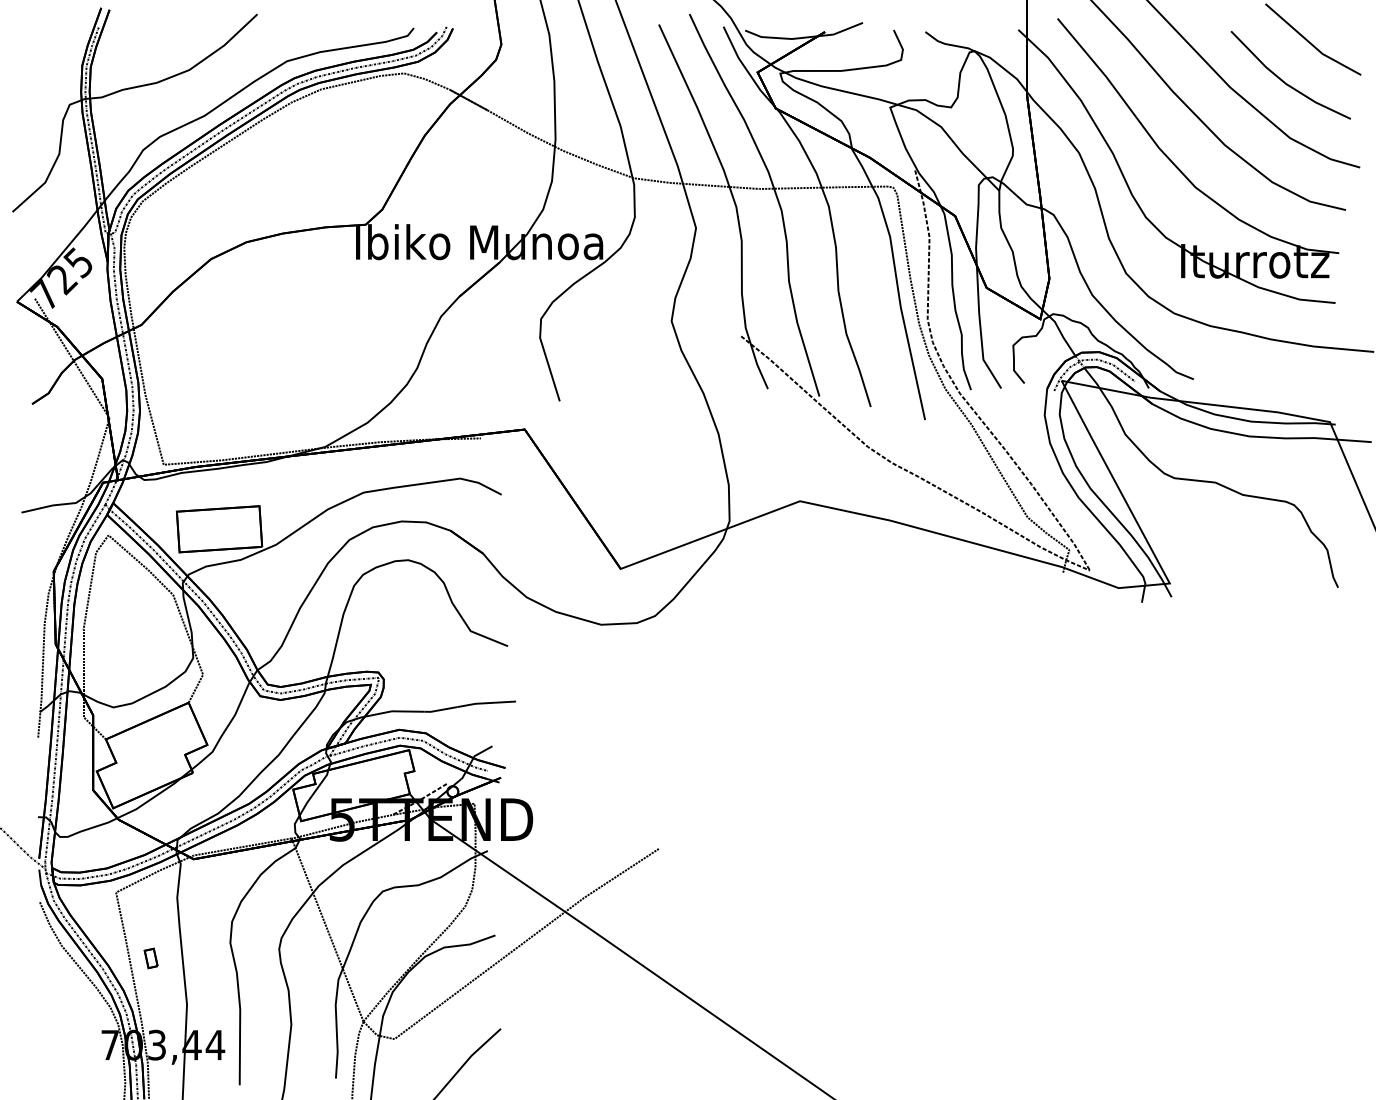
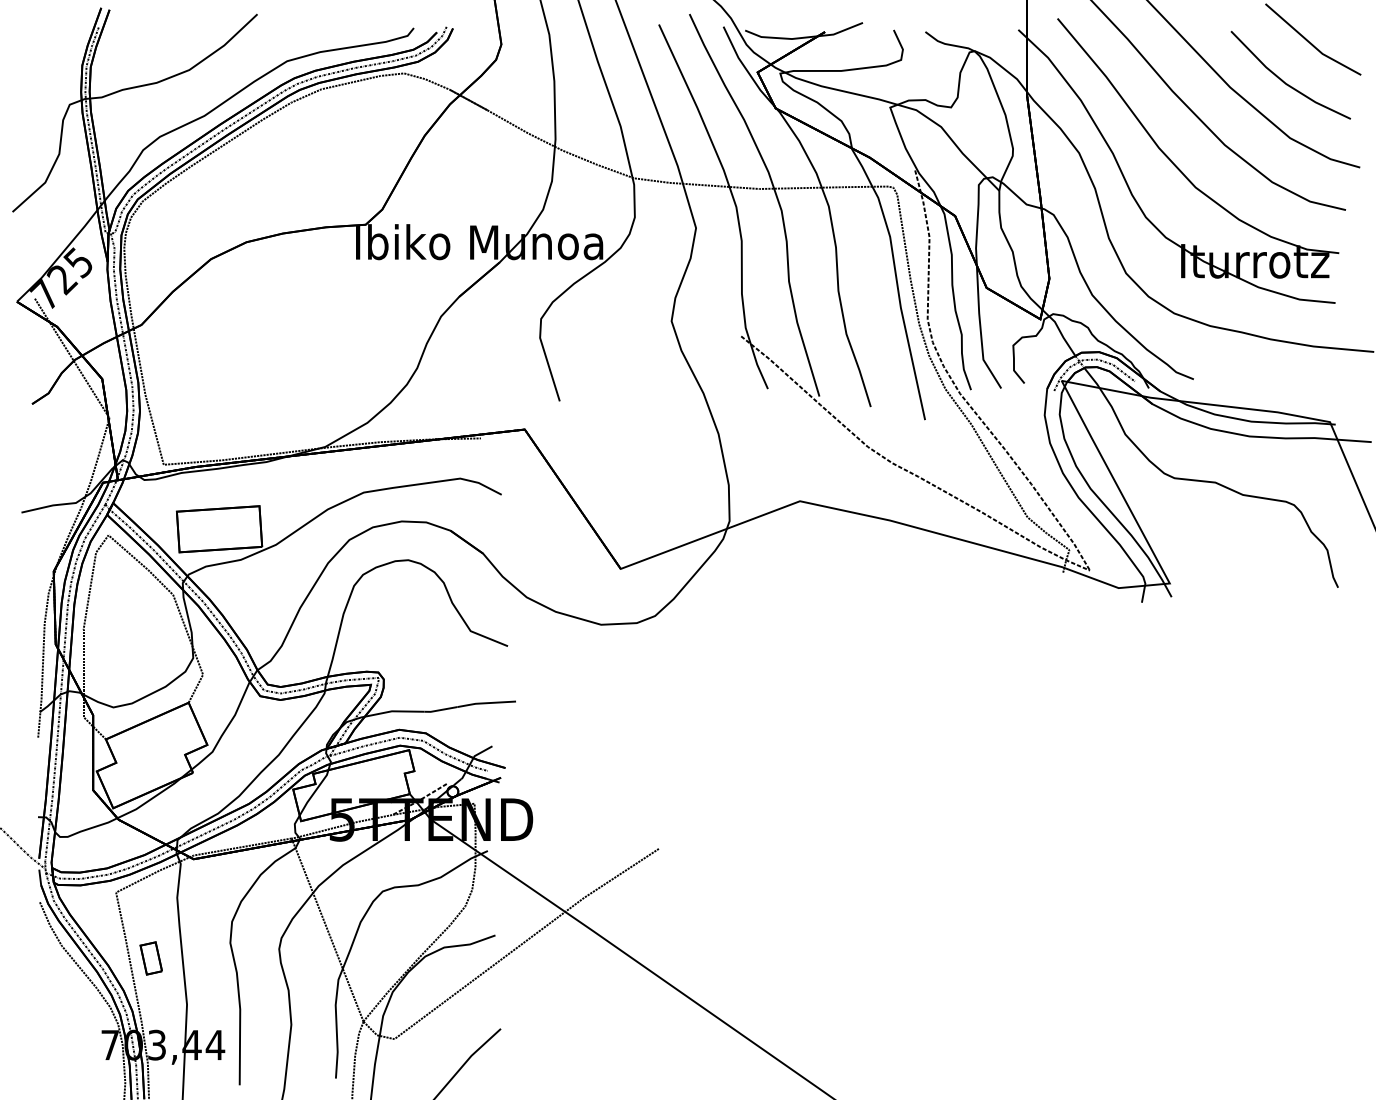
part at (150, 958) size: 16x23 px -> 24x35 px
